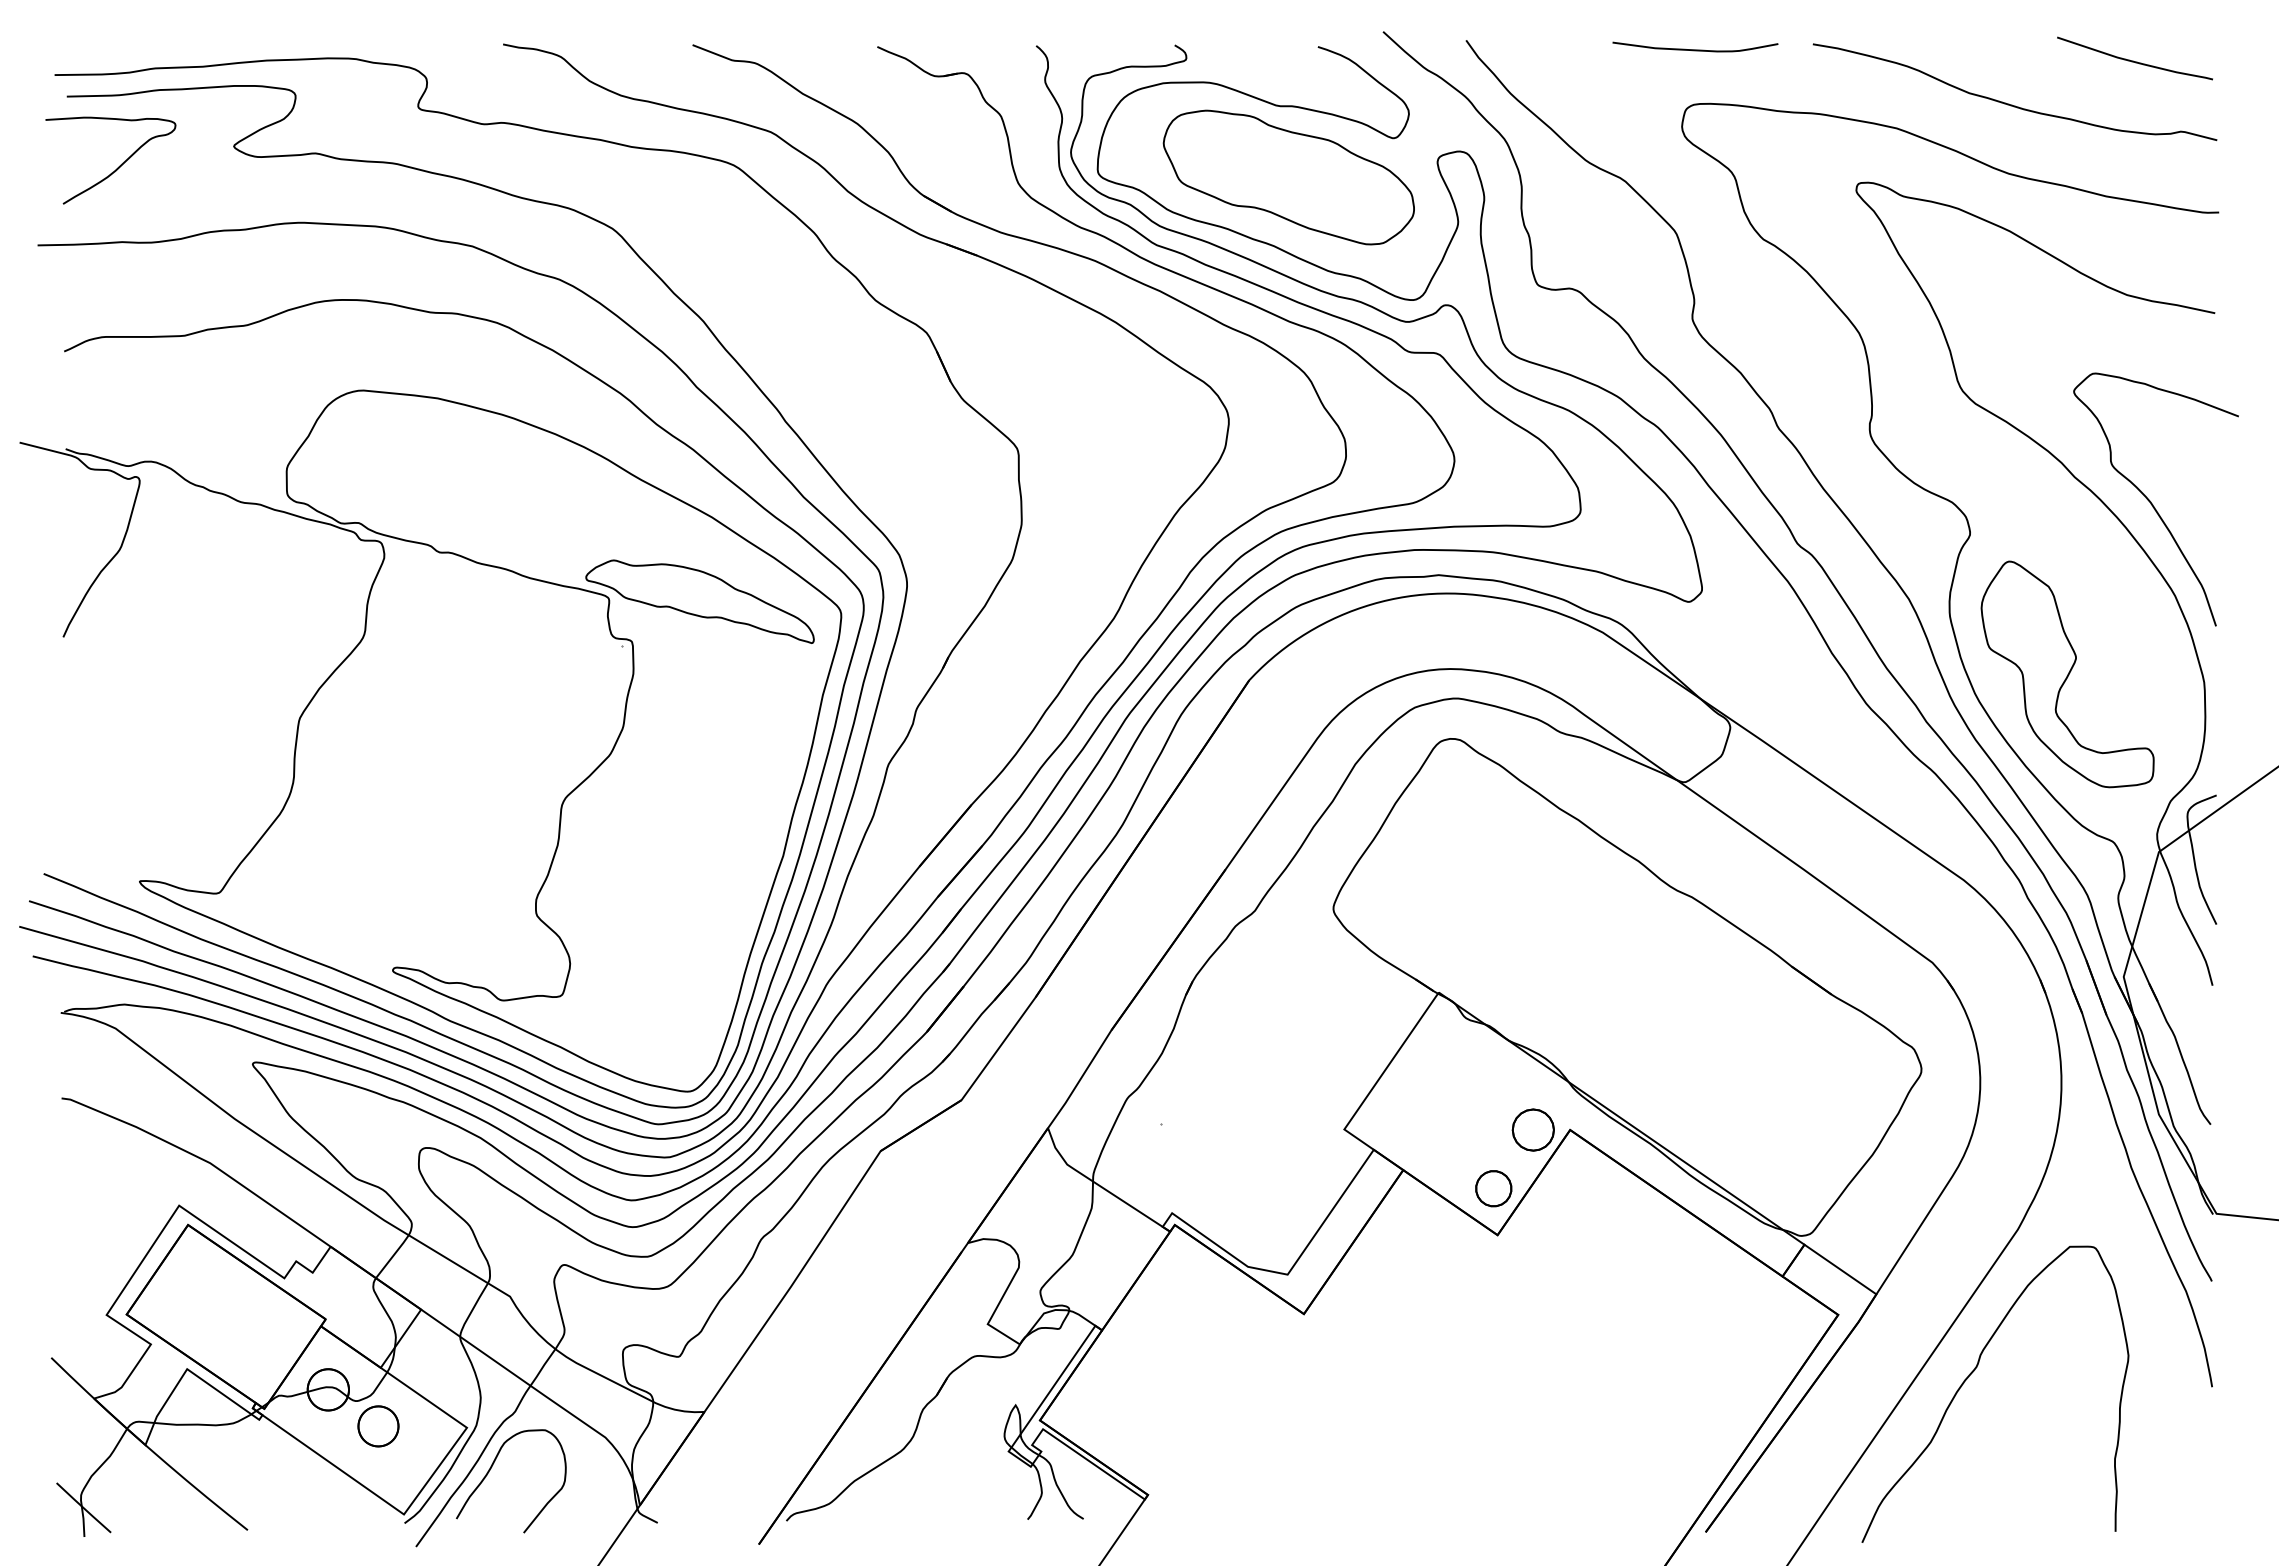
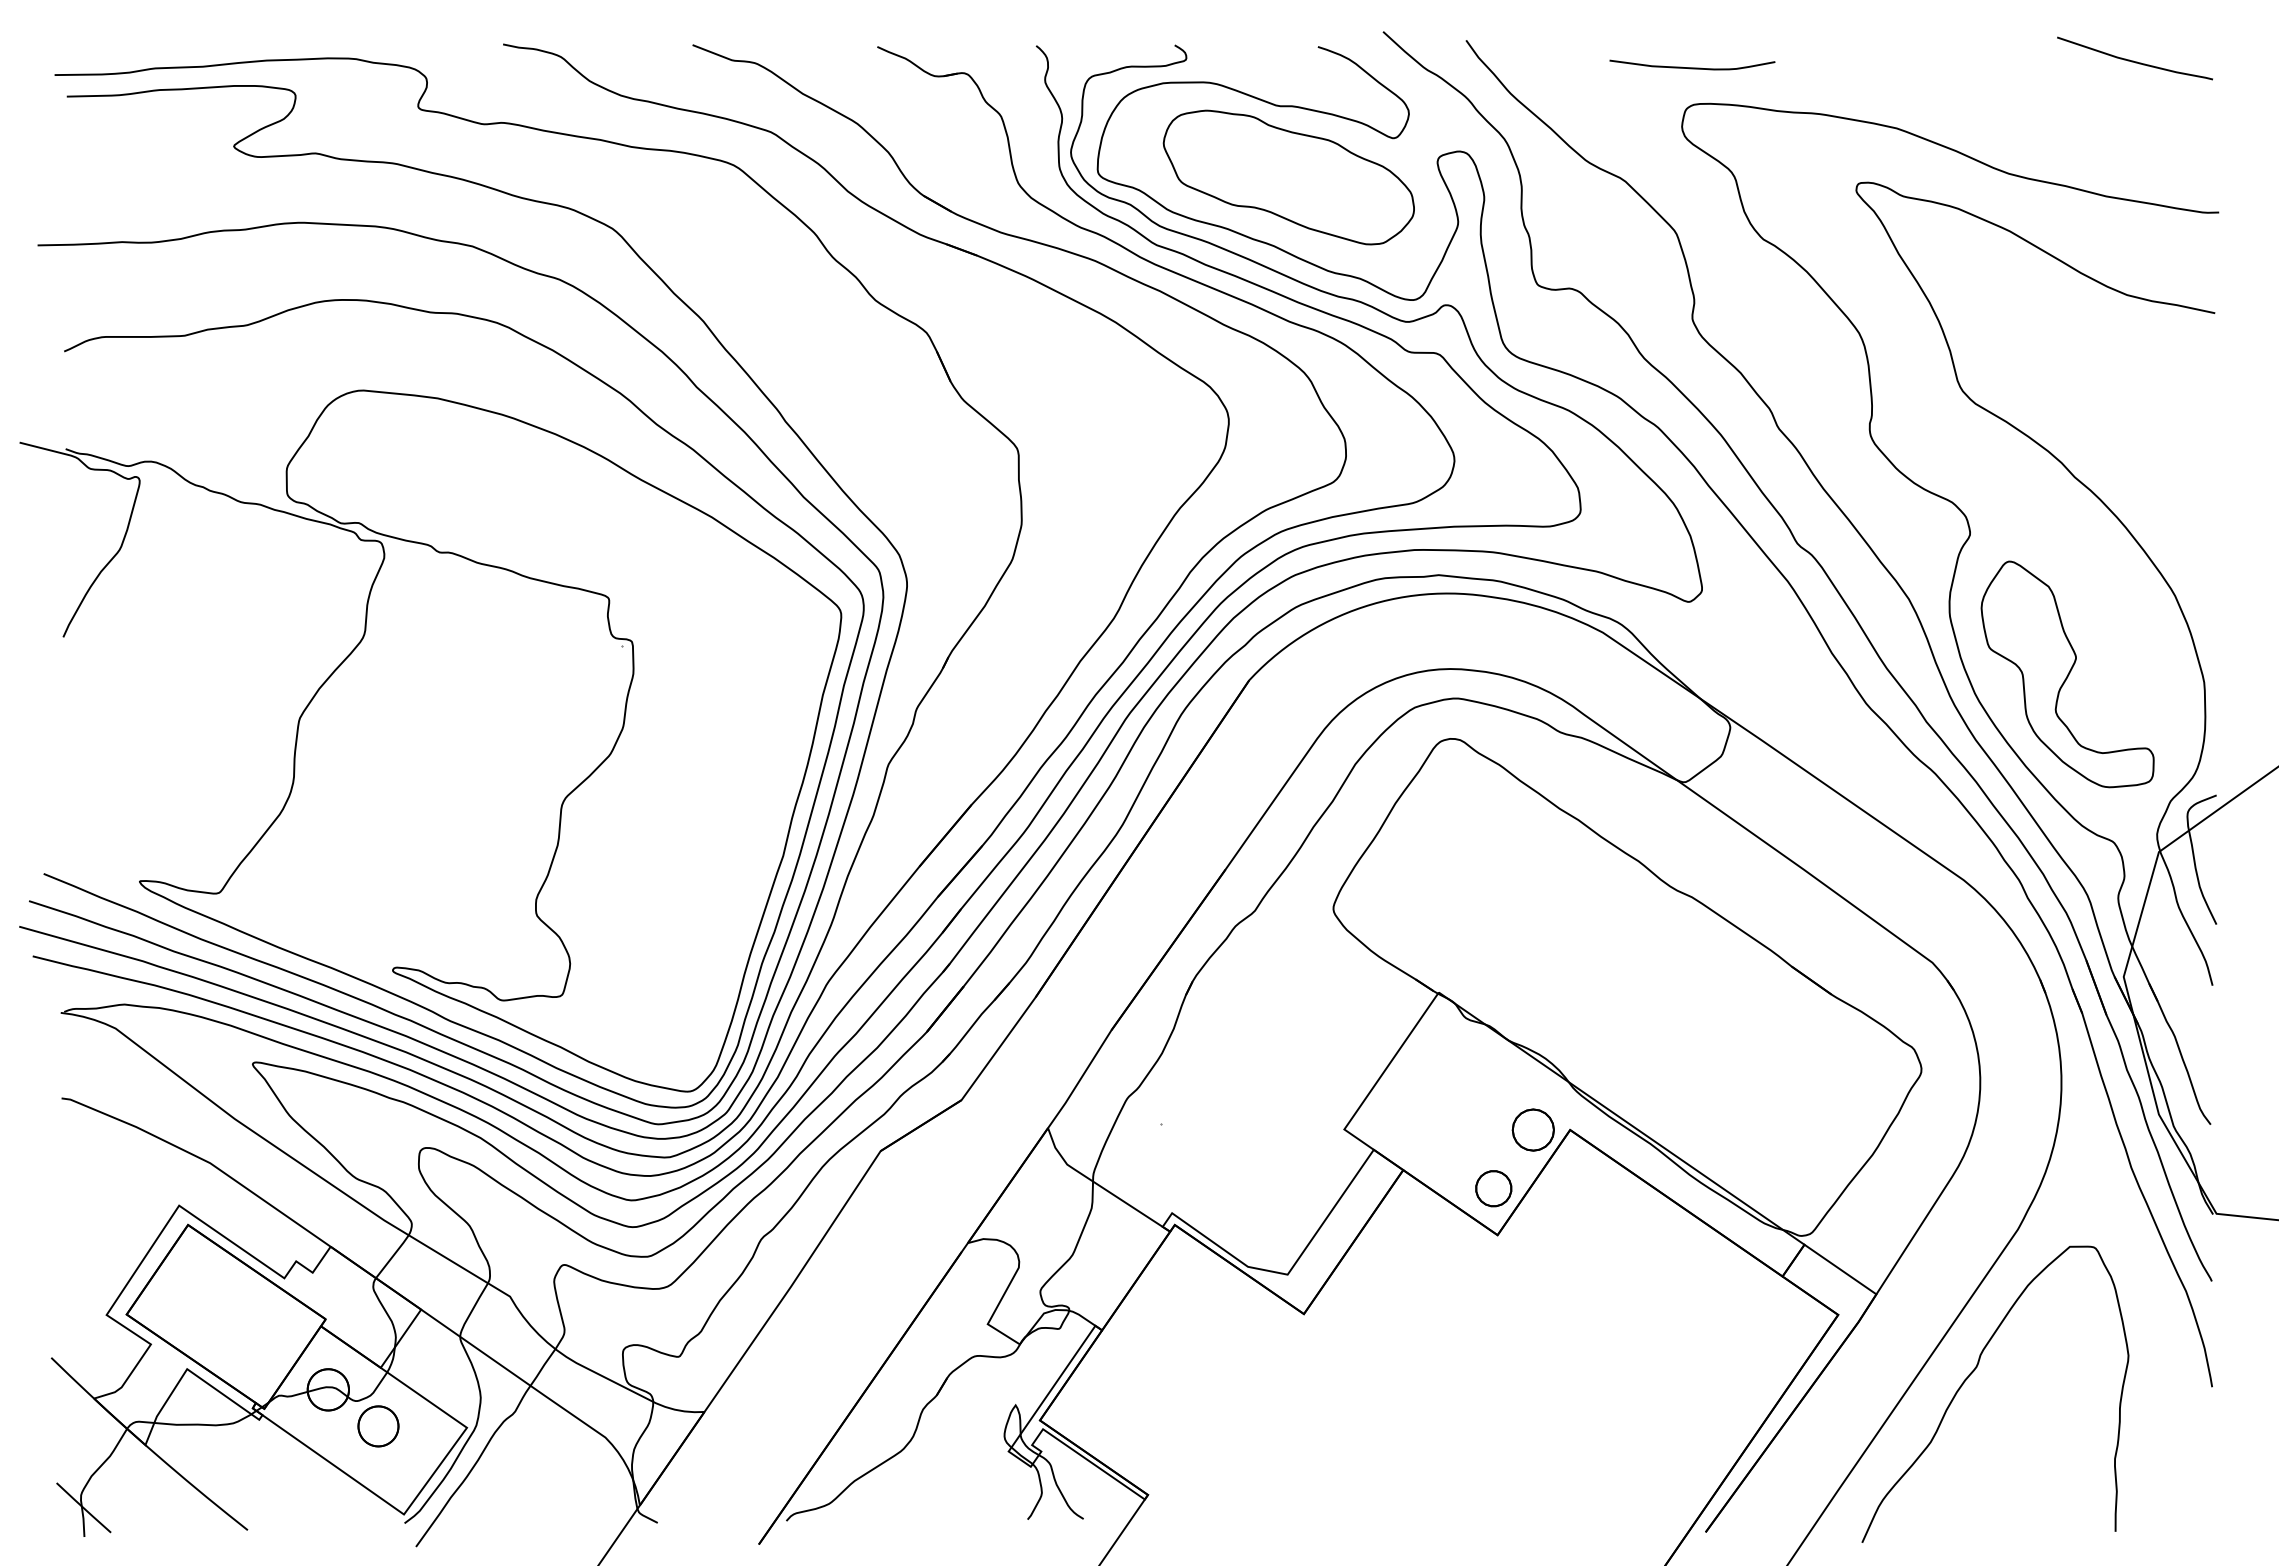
curve at (1695, 49) position: (1695, 49) -> (1692, 67)
curve at (2009, 103): present -> none
curve at (117, 167): present -> none
curve at (2151, 501): present -> none
part at (699, 601): present -> none
curve at (492, 1467): present -> none
